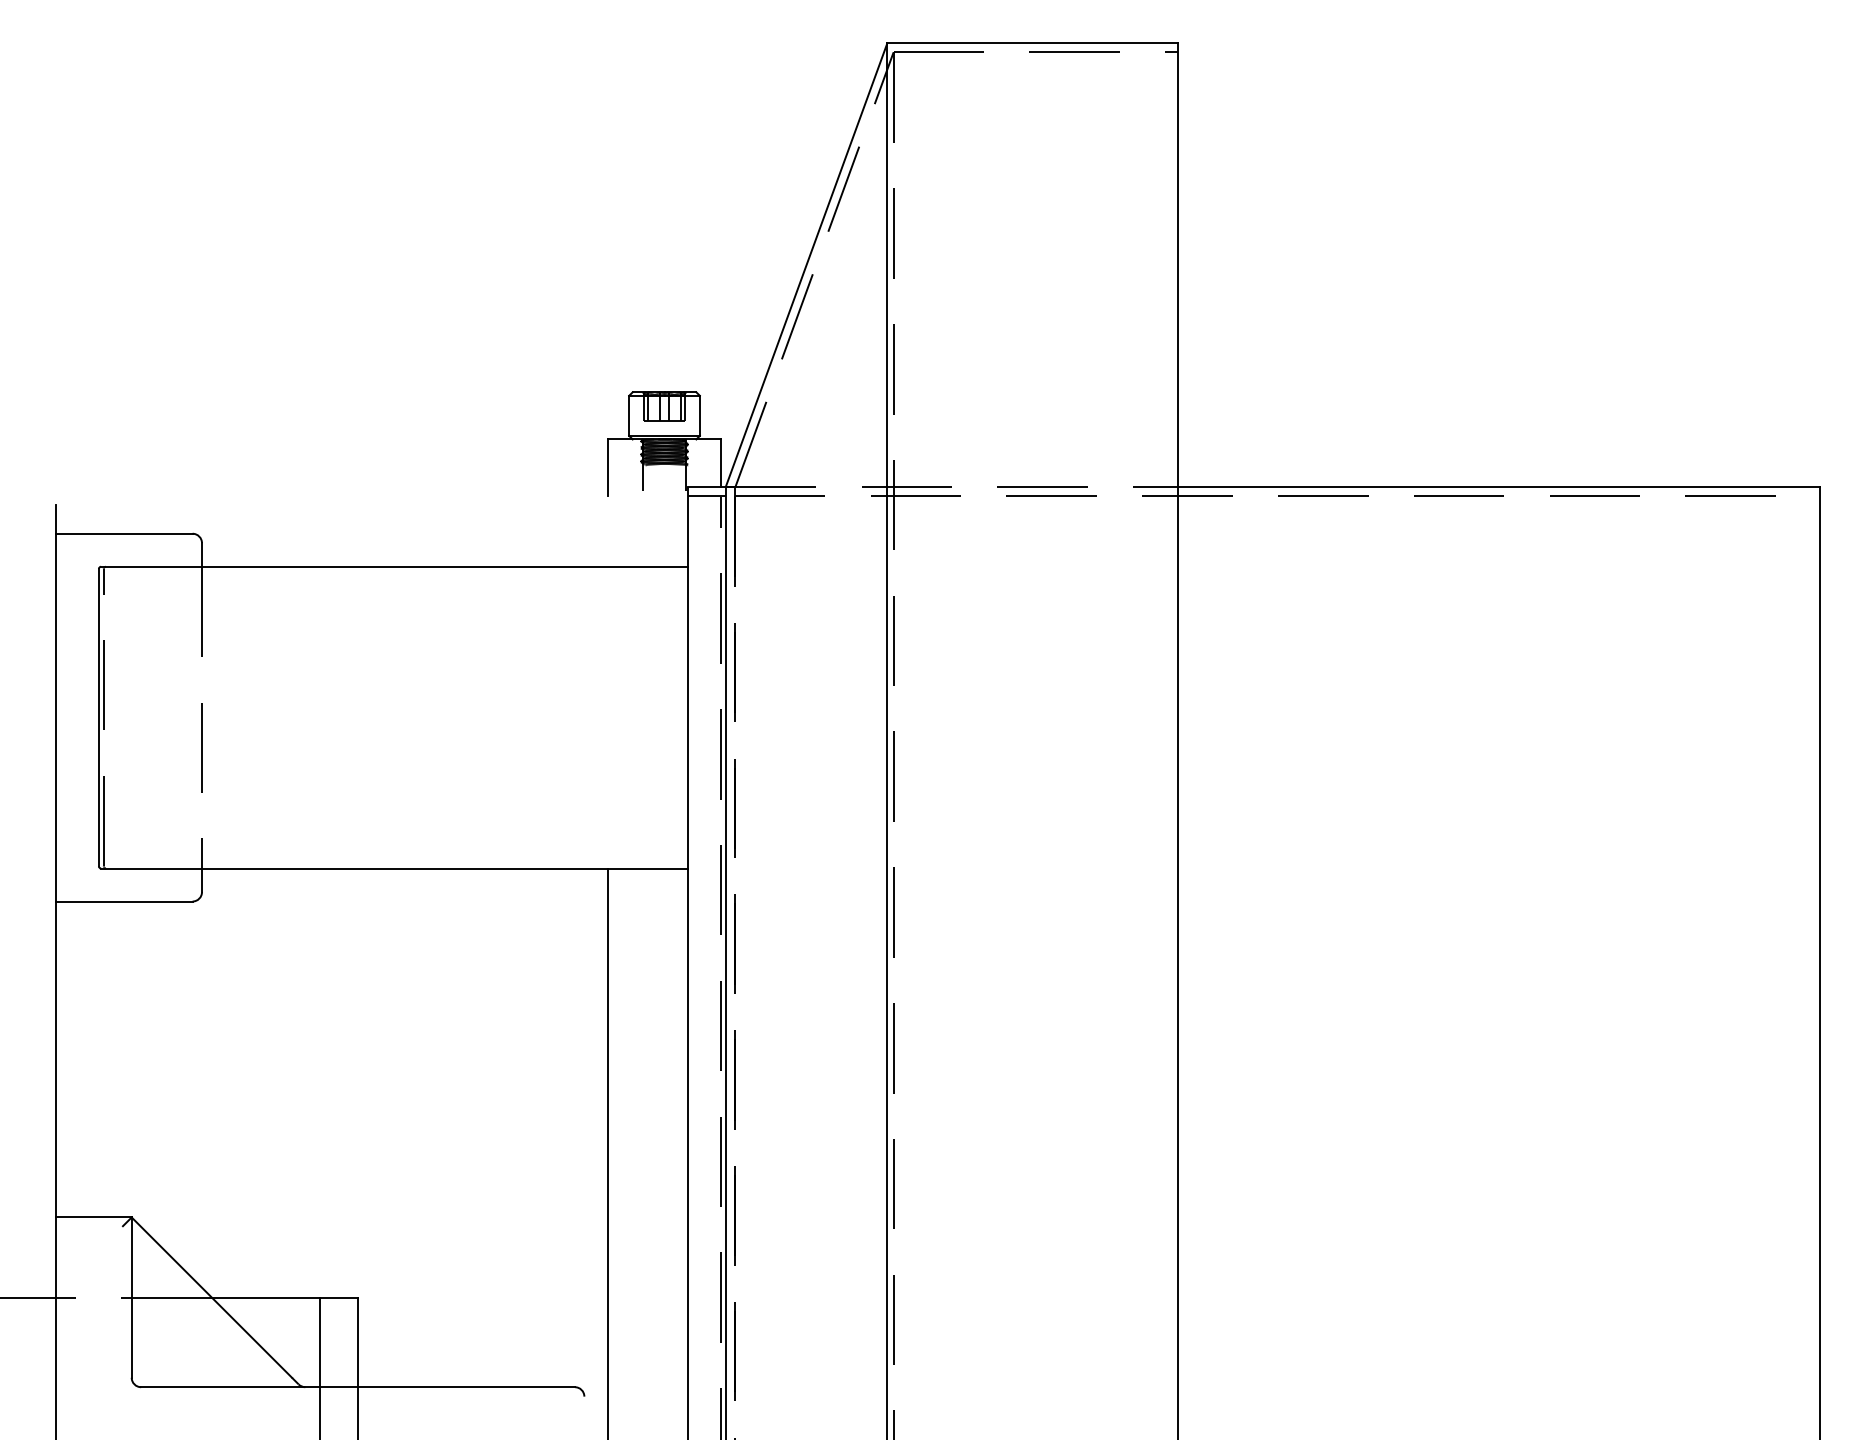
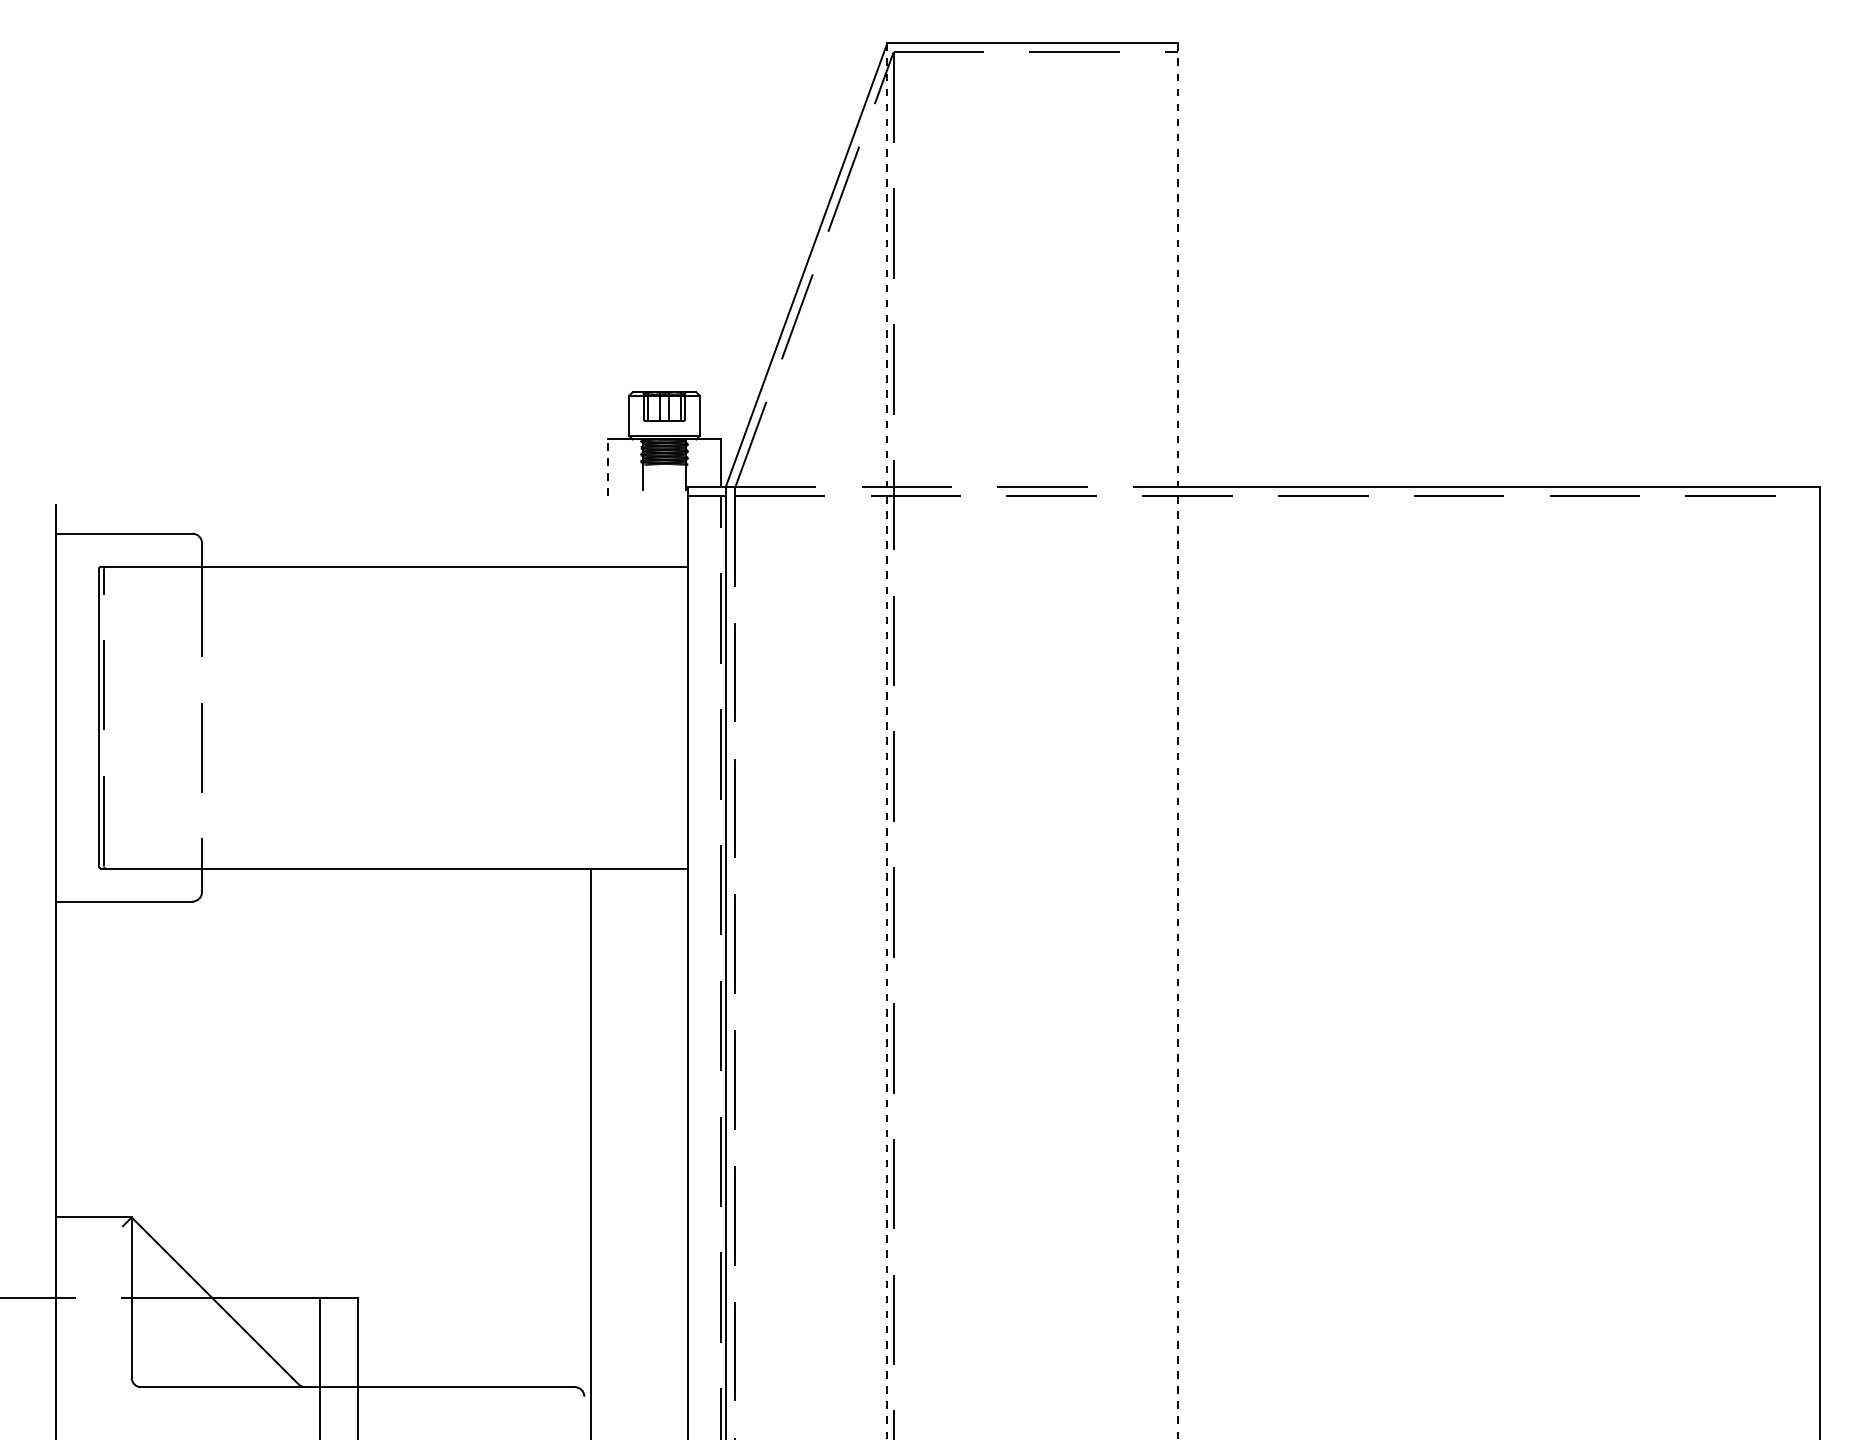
line at (607, 467): solid -> dashed
line at (887, 741): solid -> dashed
line at (1178, 741): solid -> dashed
line at (607, 1152) position: (607, 1152) -> (590, 1152)
